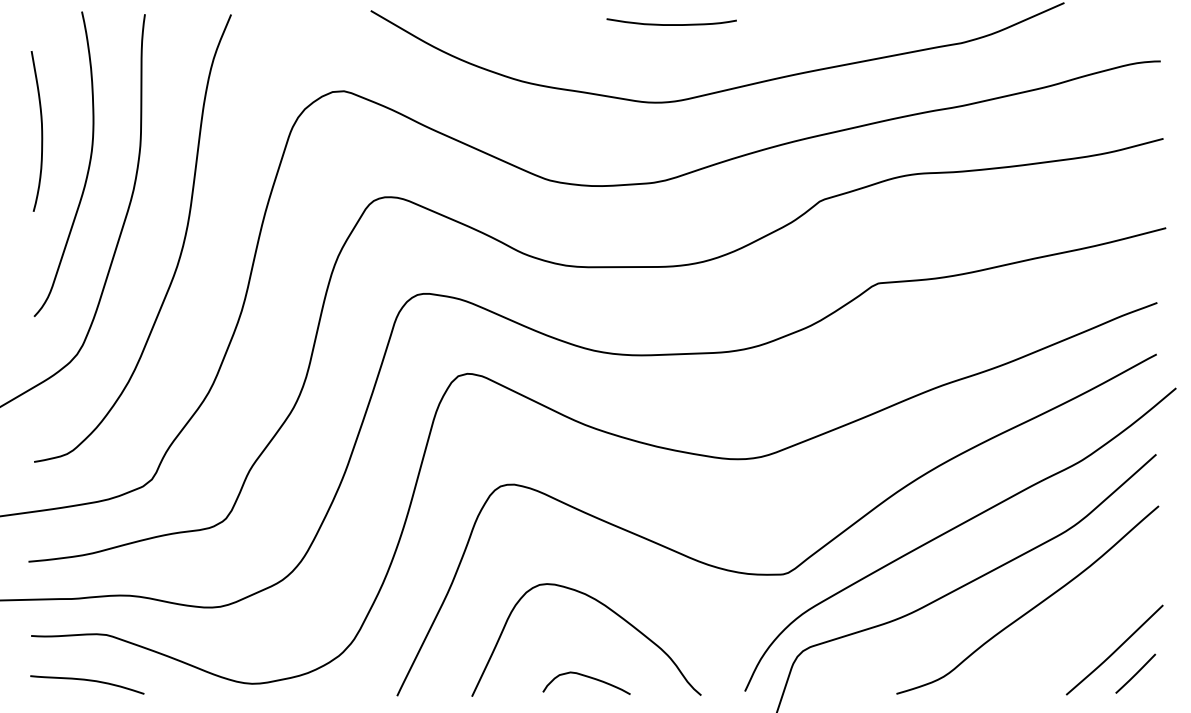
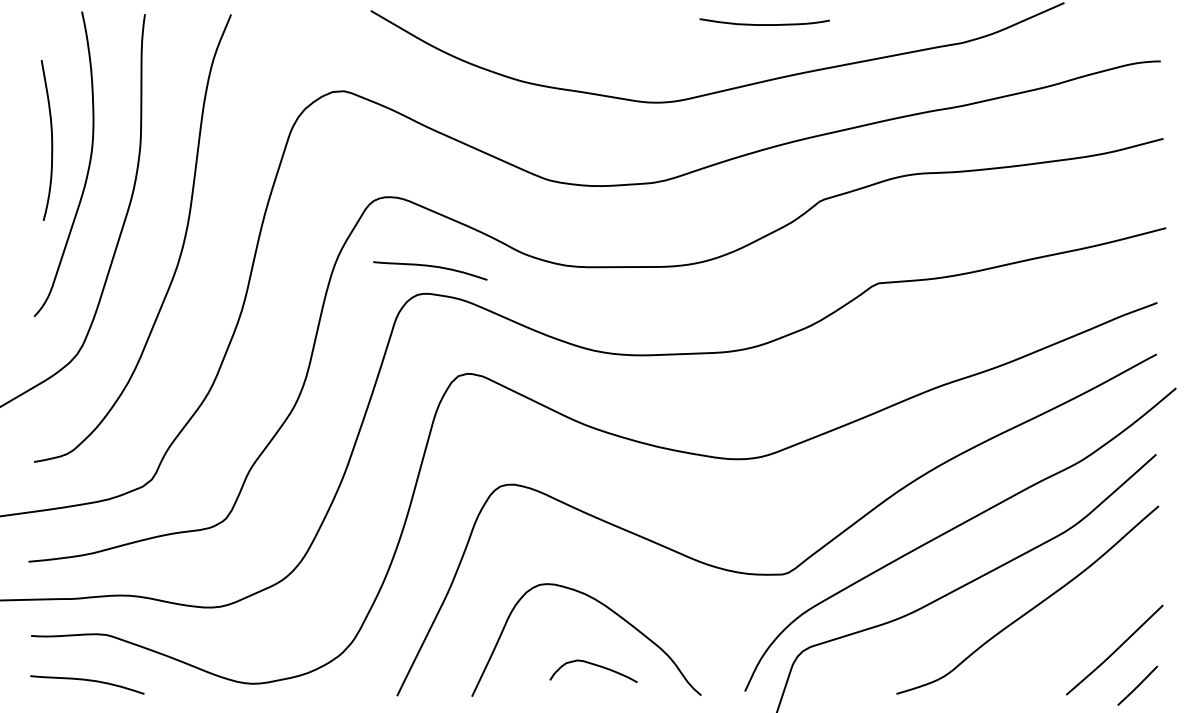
curve at (671, 24) position: (671, 24) -> (764, 24)
curve at (41, 131) position: (41, 131) -> (51, 140)
curve at (431, 267): none -> present
line at (1135, 673) position: (1135, 673) -> (1137, 685)
curve at (586, 677) position: (586, 677) -> (593, 665)
